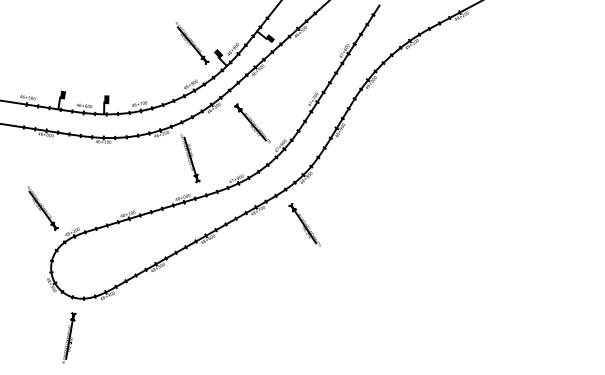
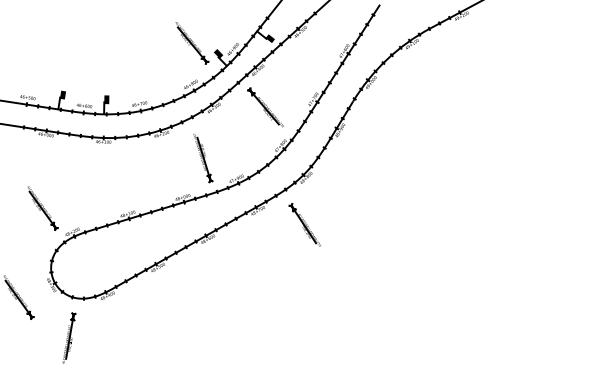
part at (252, 123) position: (252, 123) -> (265, 107)
part at (190, 158) position: (190, 158) -> (203, 158)
part at (18, 297): none -> present
